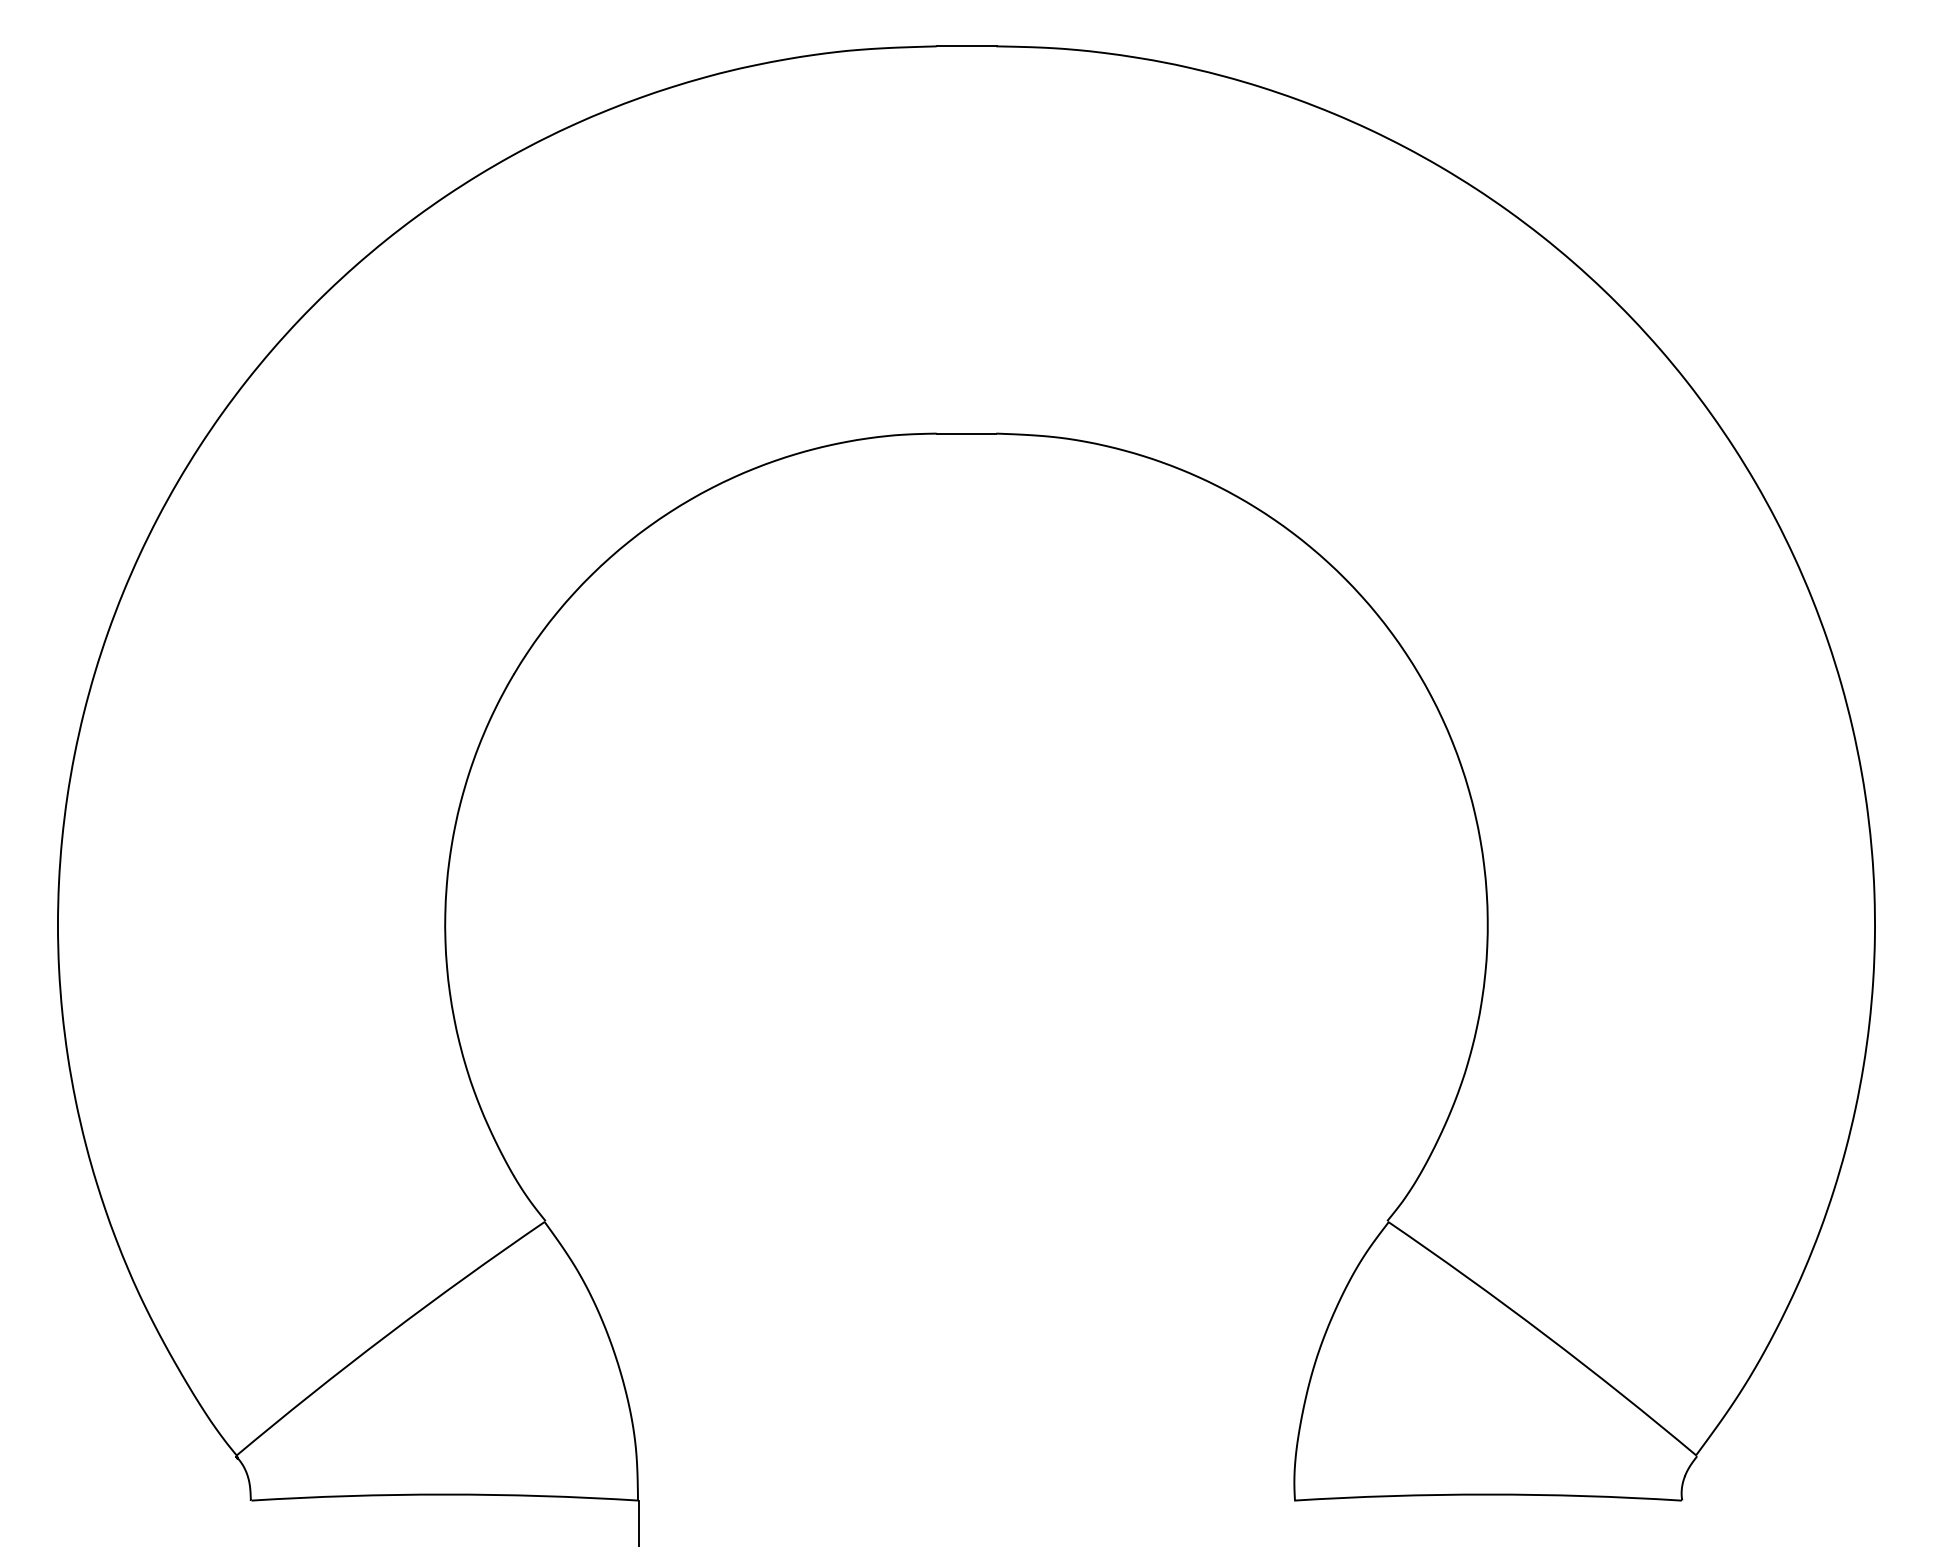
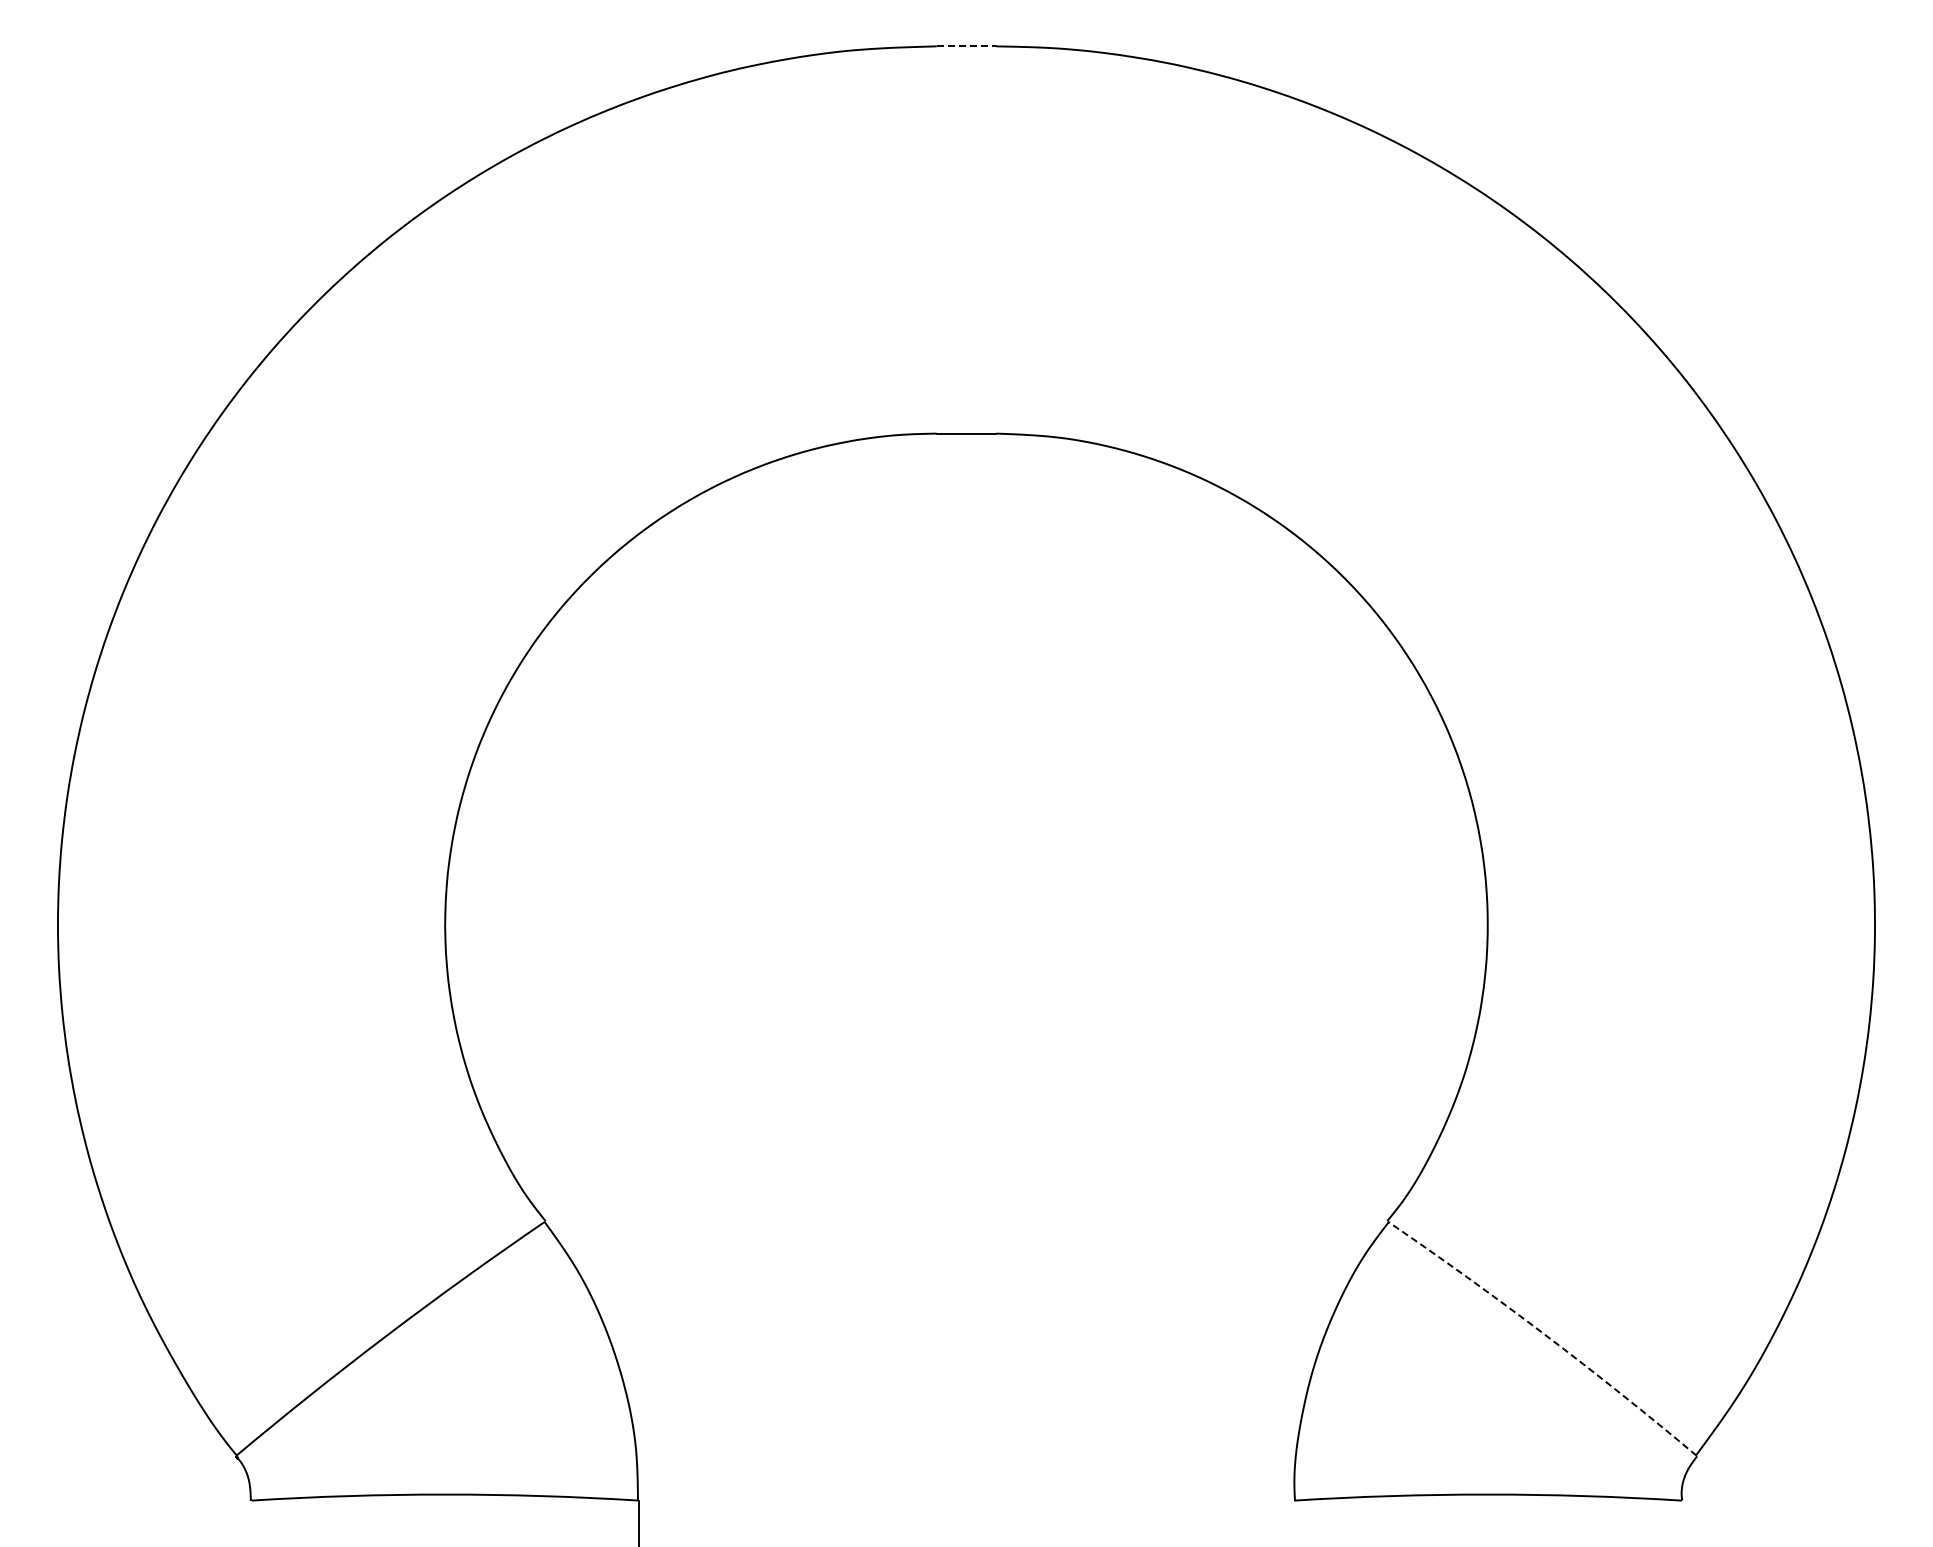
line at (967, 46): solid -> dashed
arc at (1545, 1334): solid -> dashed
